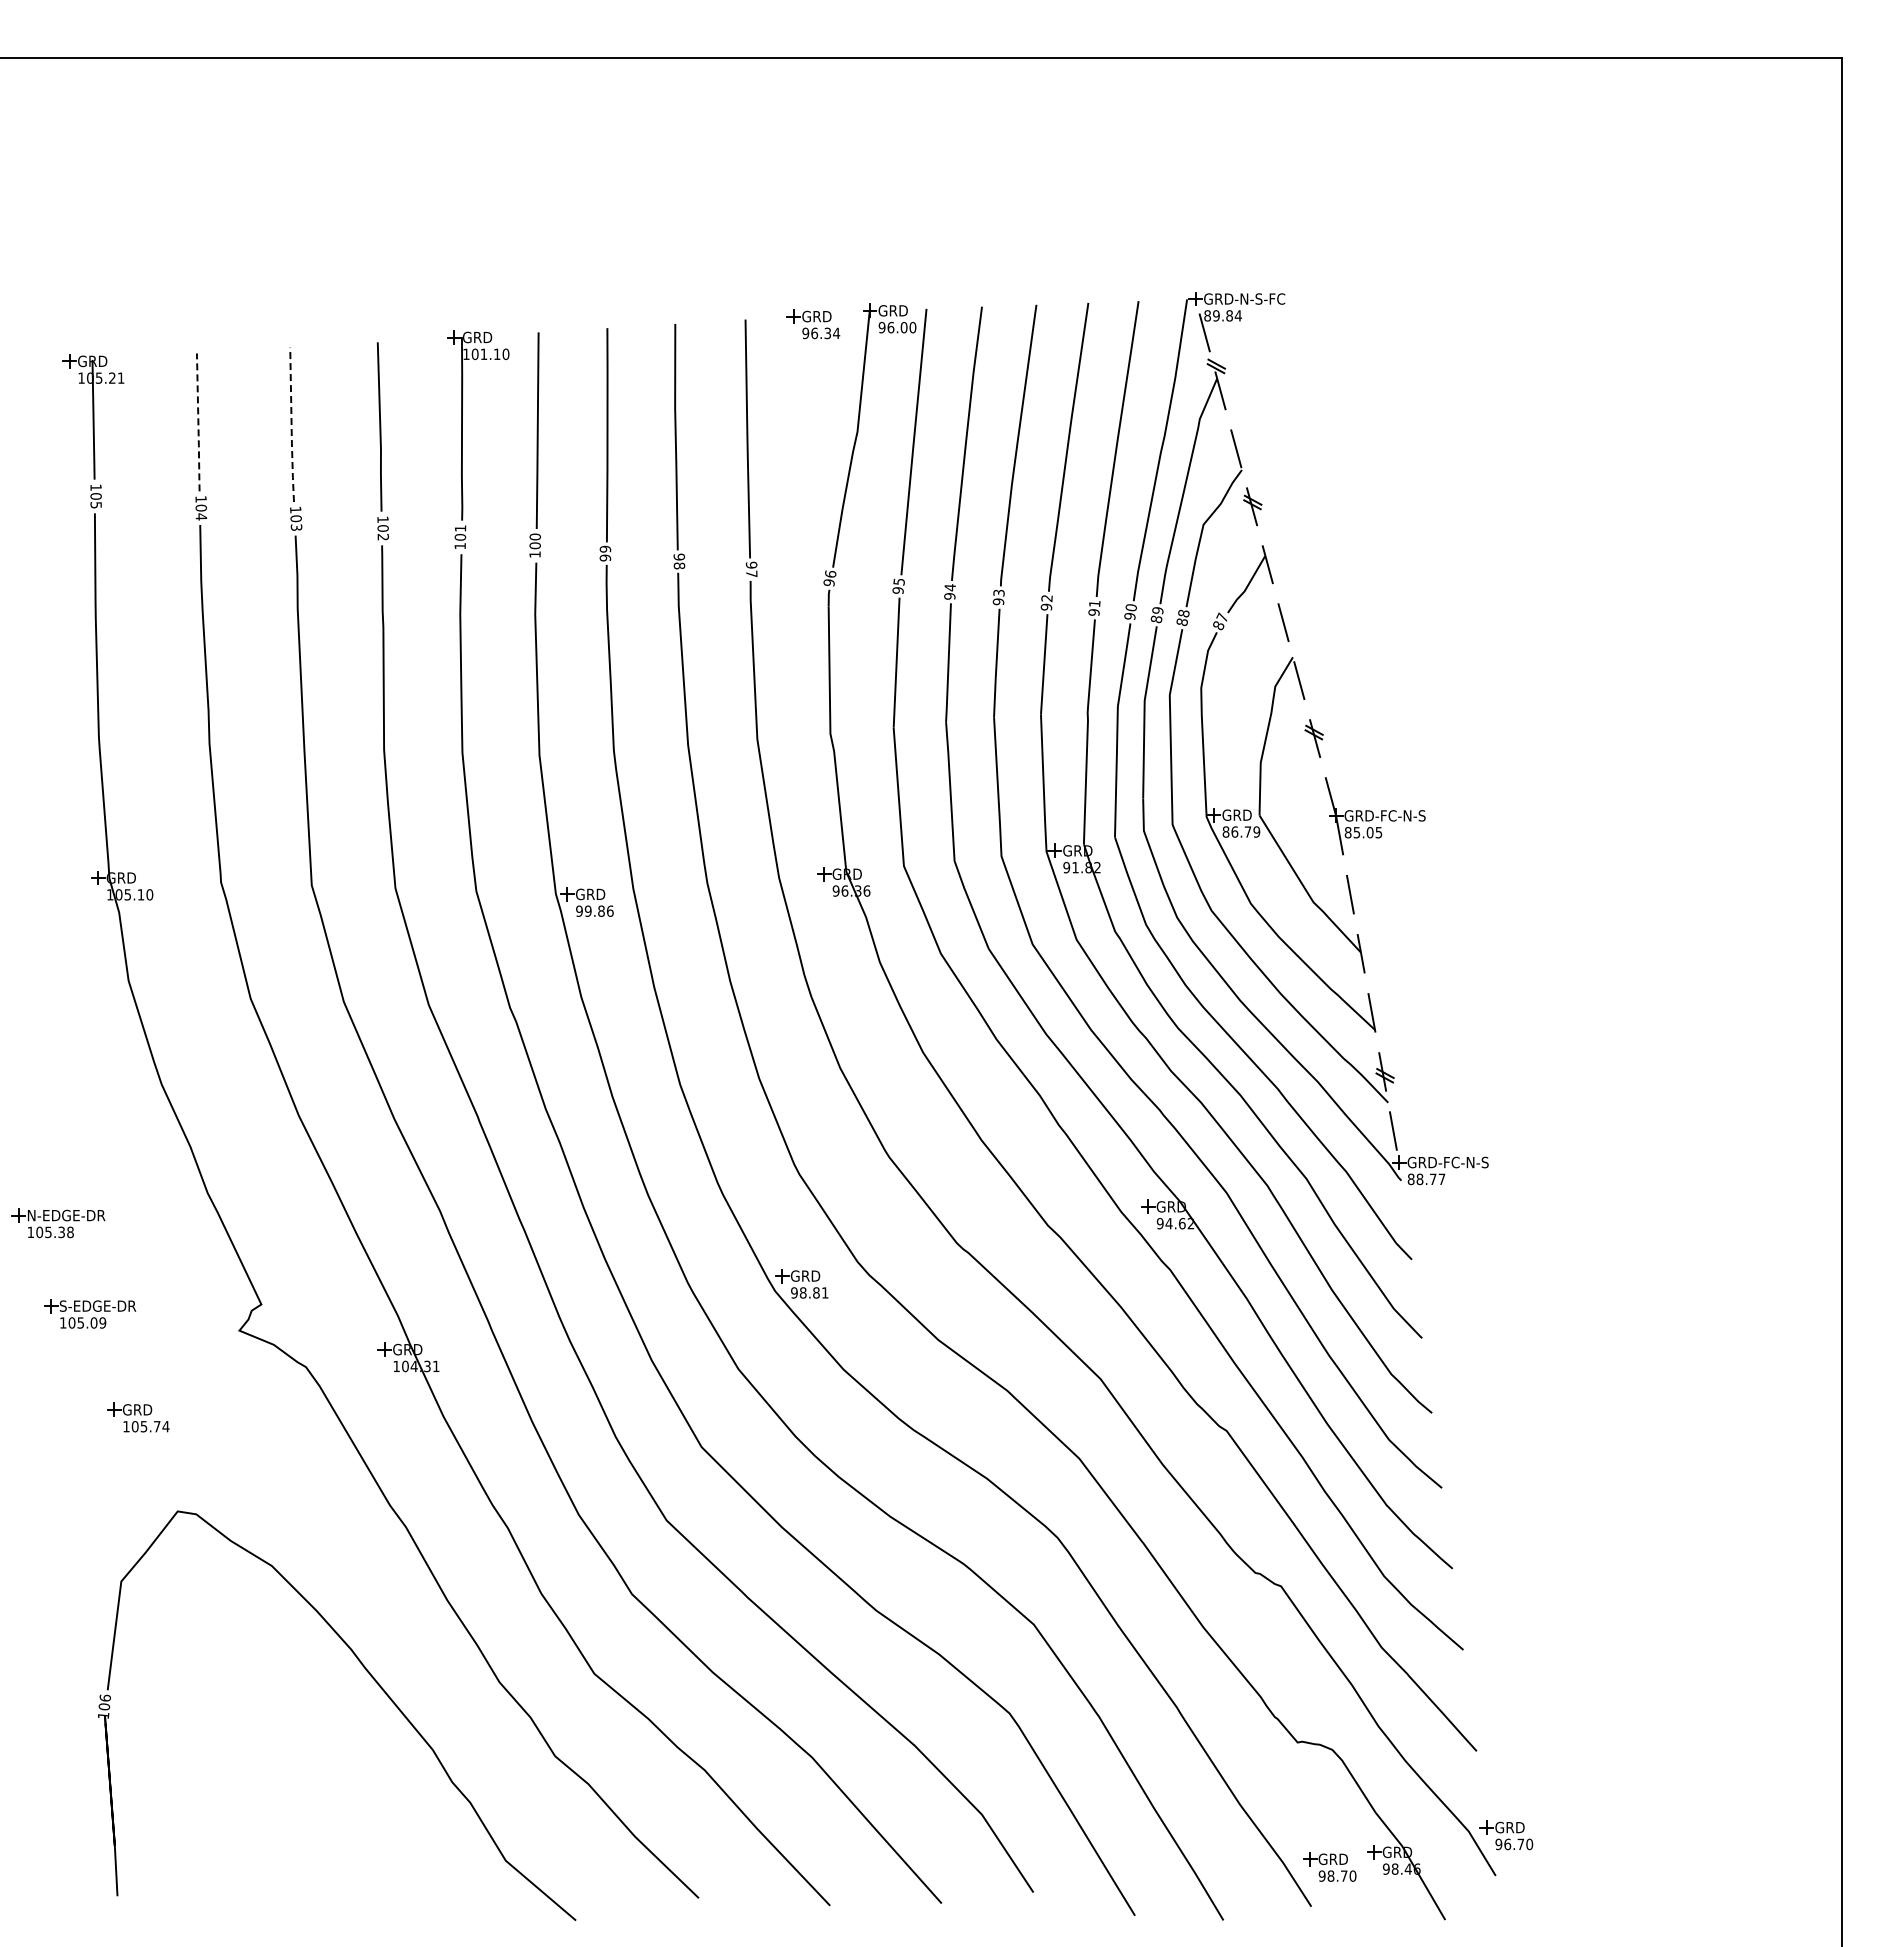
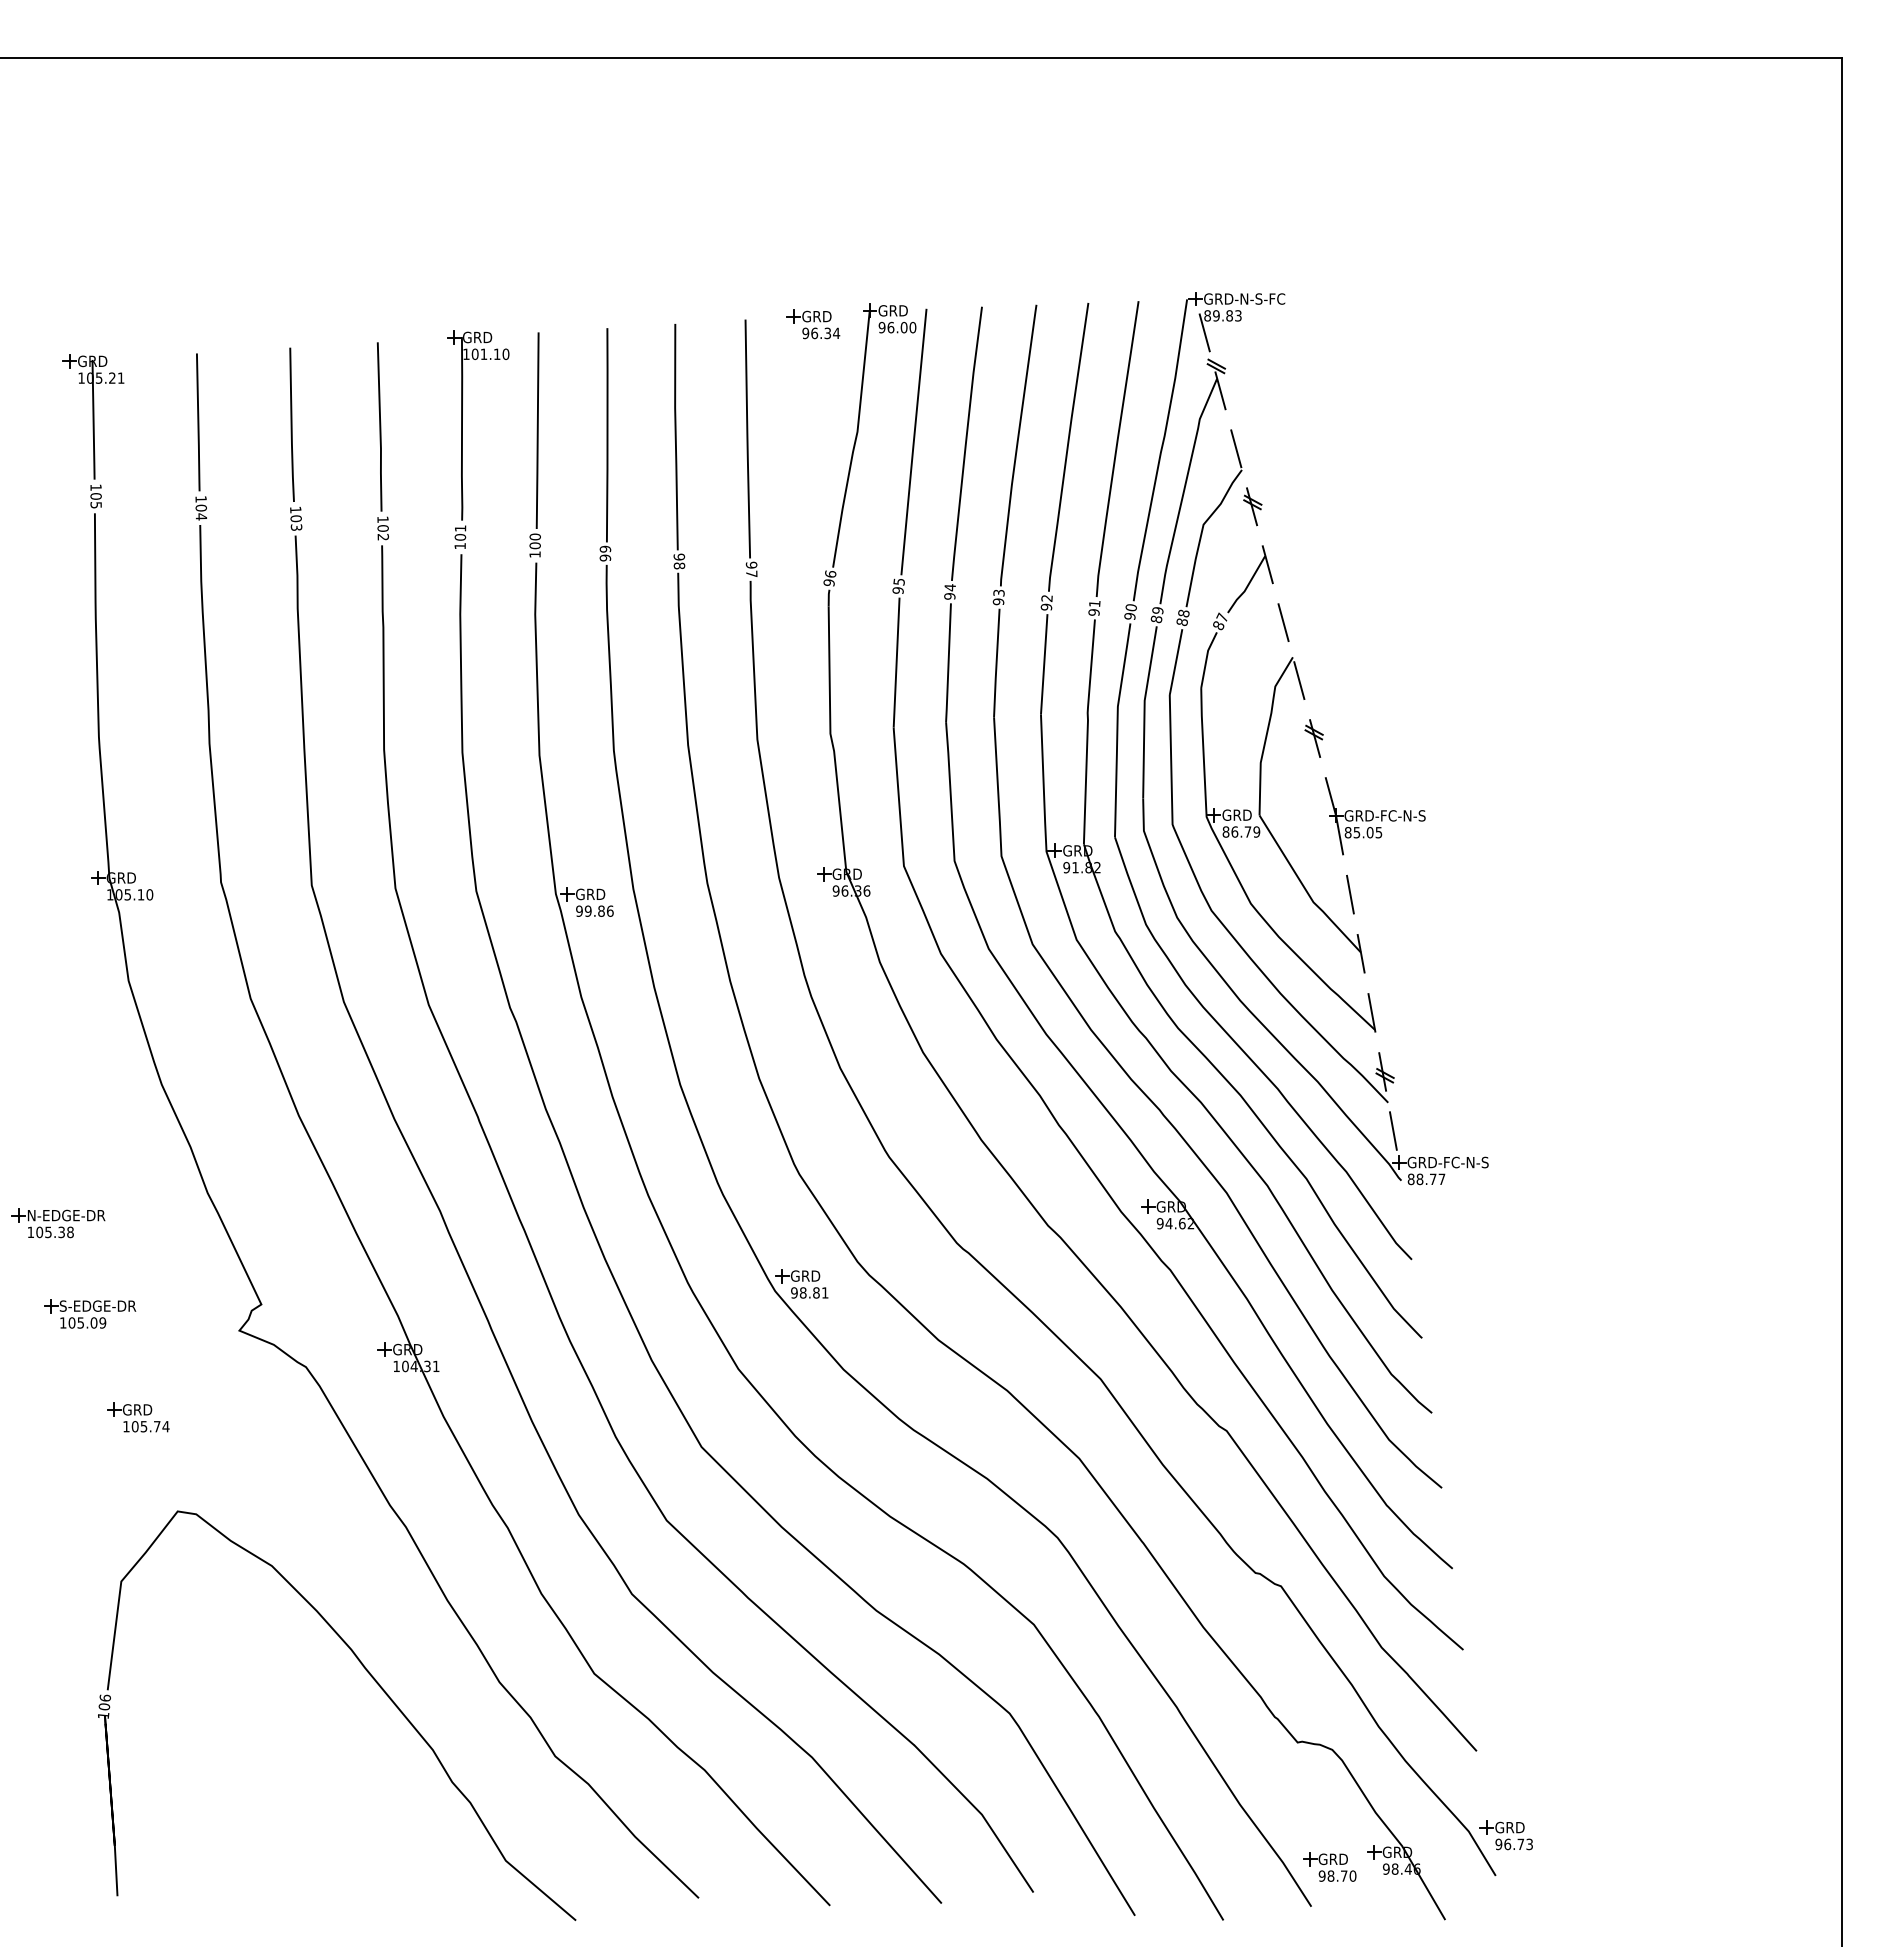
text at (1237, 315): 89.84 -> 89.83
line at (198, 423): dashed -> solid
line at (291, 426): dashed -> solid
text at (1529, 1844): 96.70 -> 96.73
